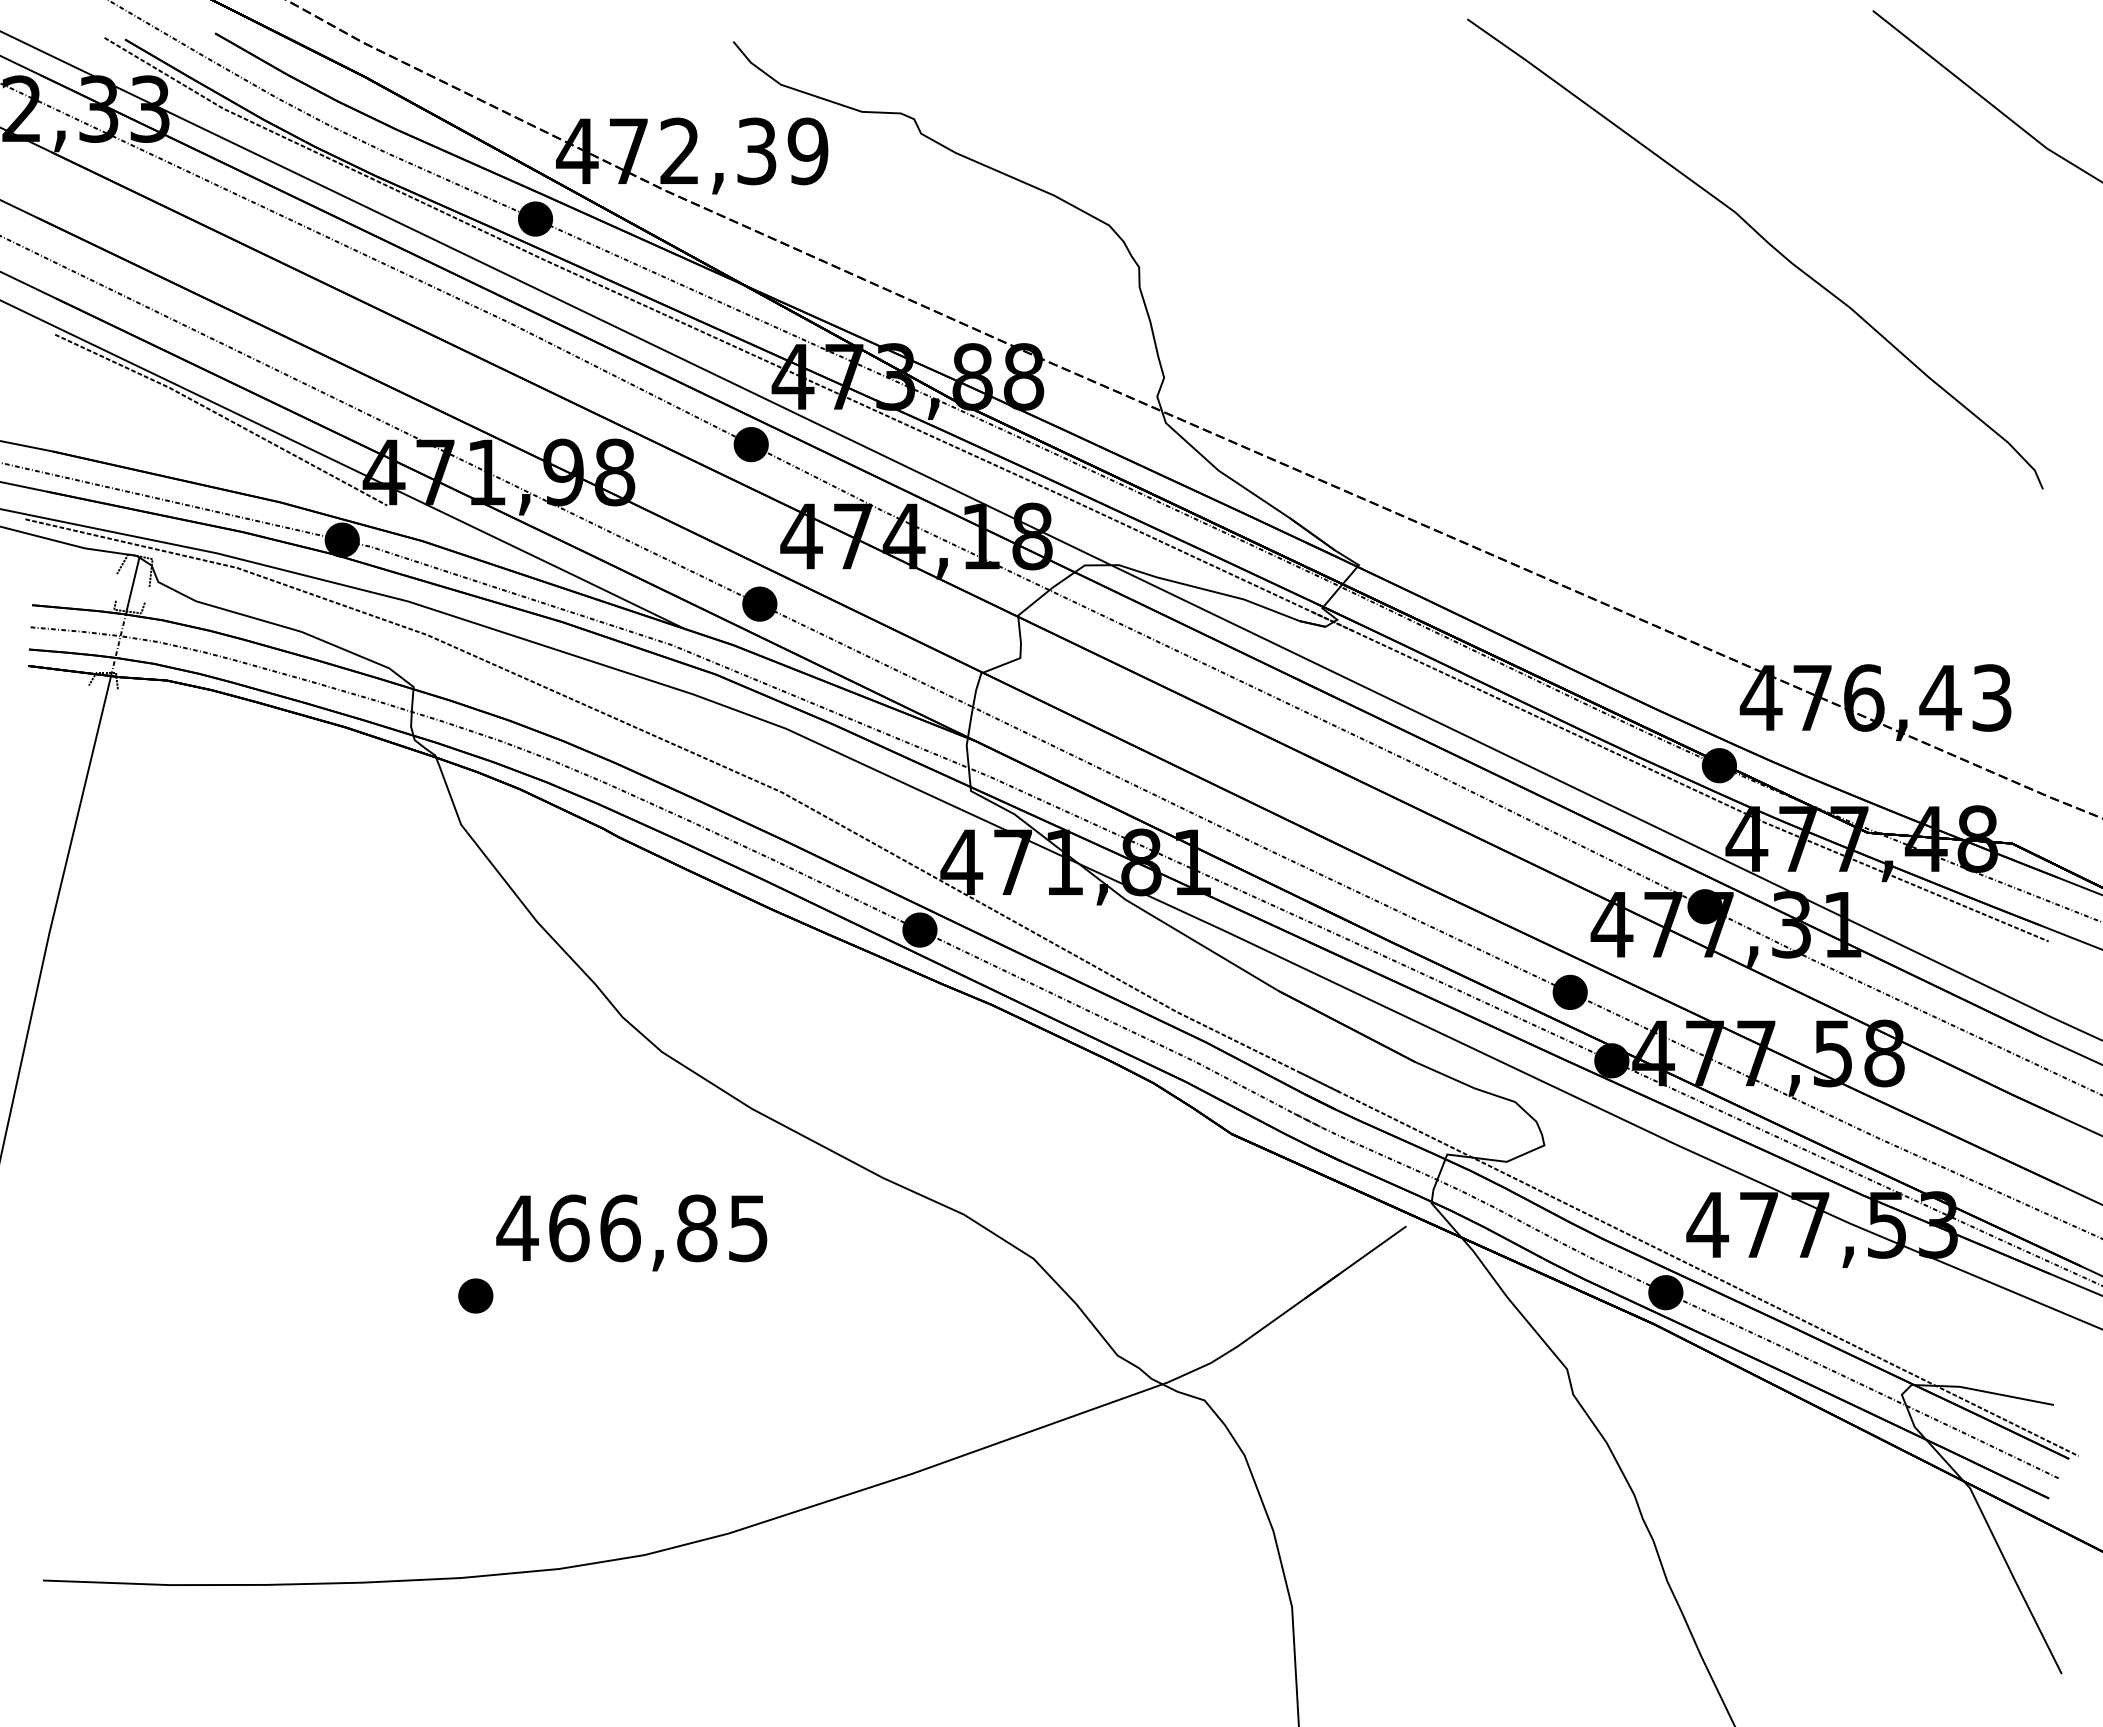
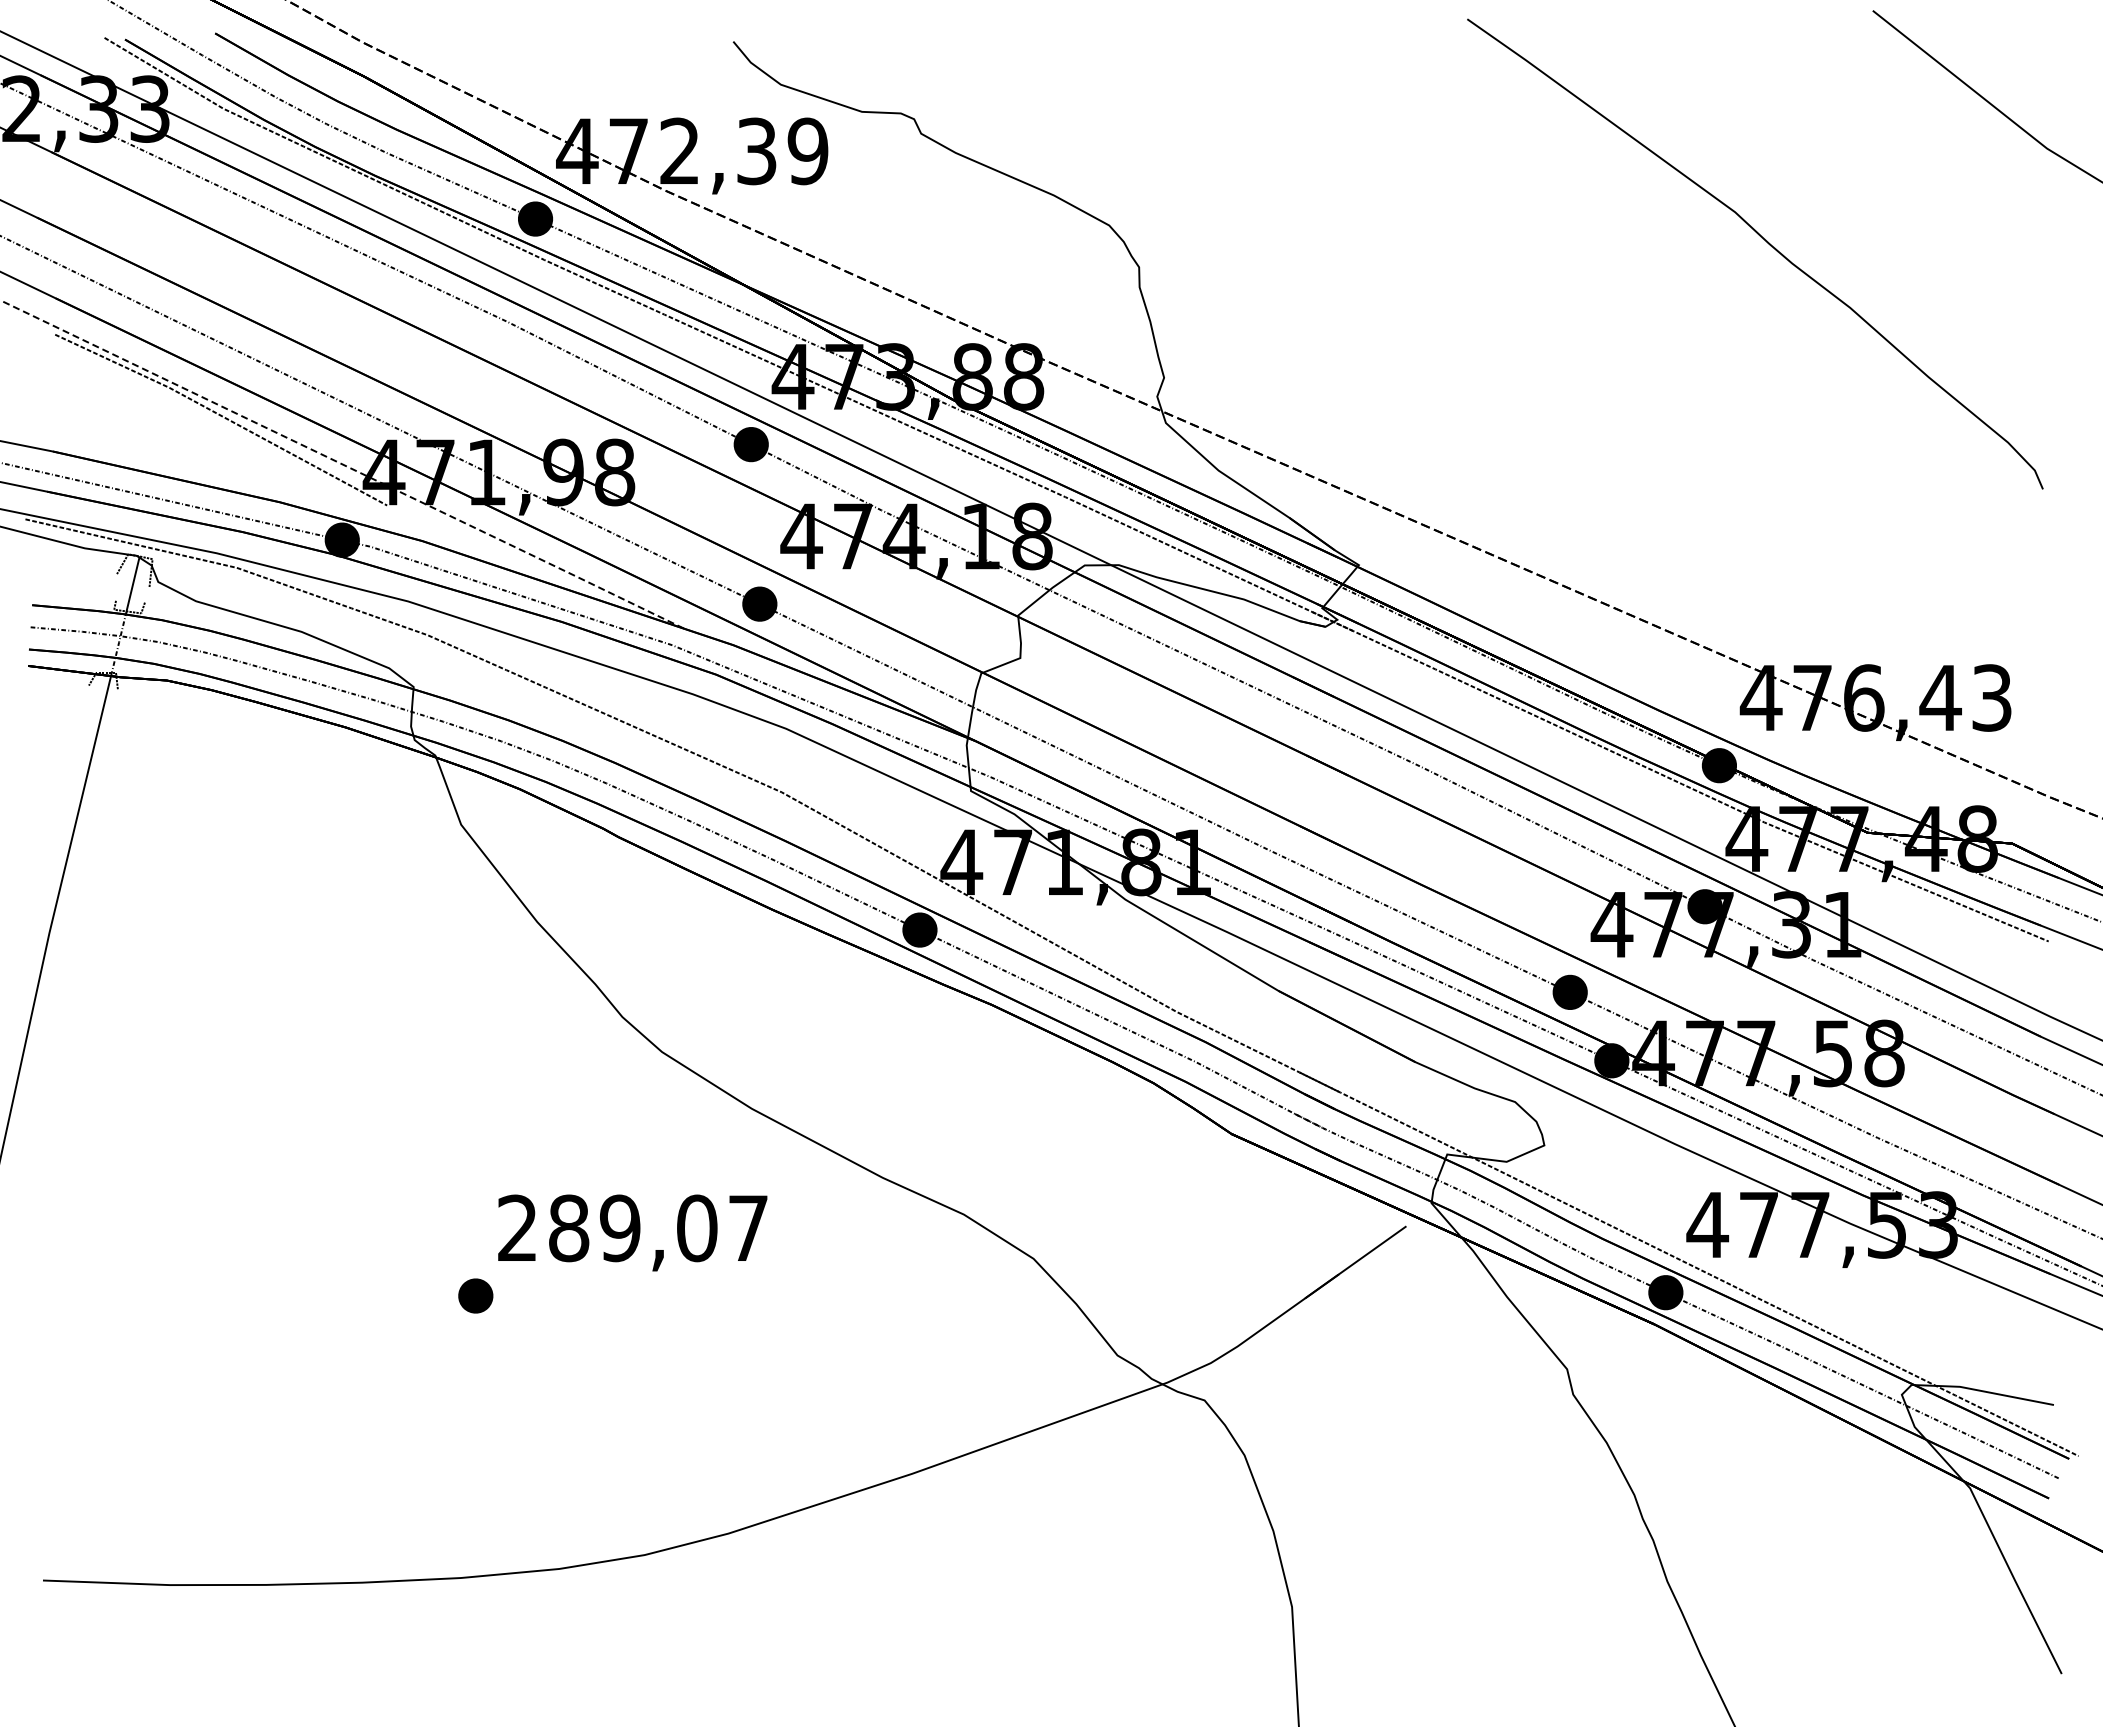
line at (343, 464): solid -> dashed
text at (631, 1228): 466,85 -> 289,07
